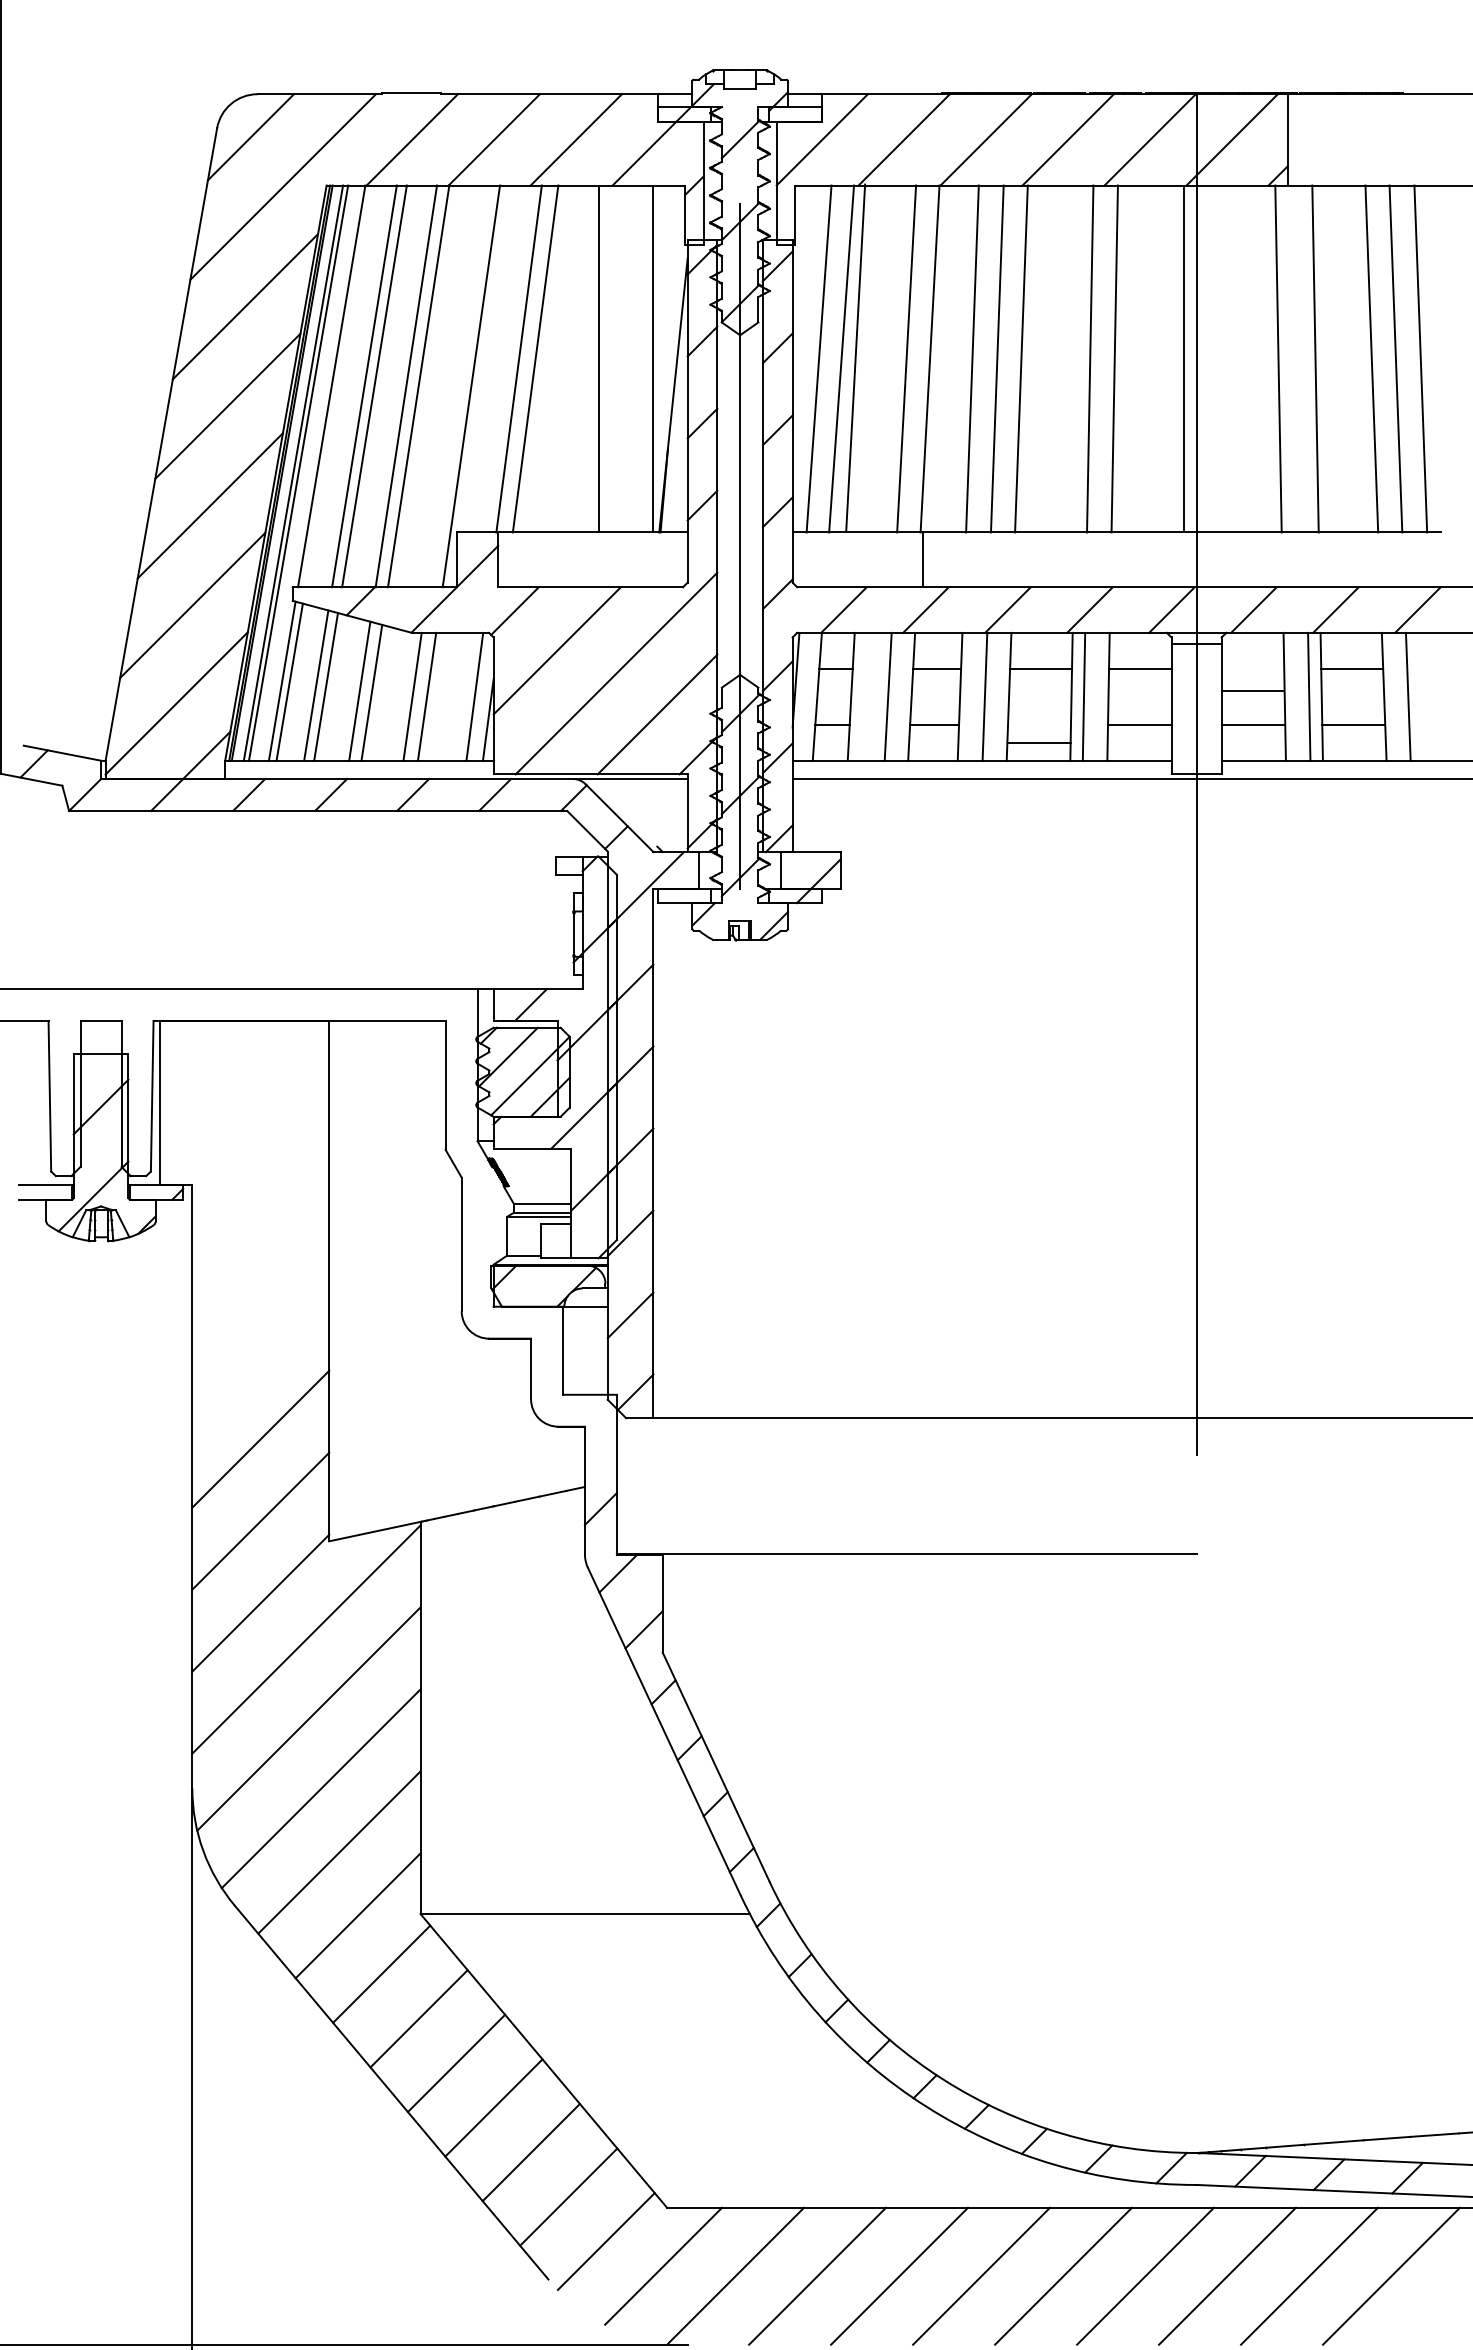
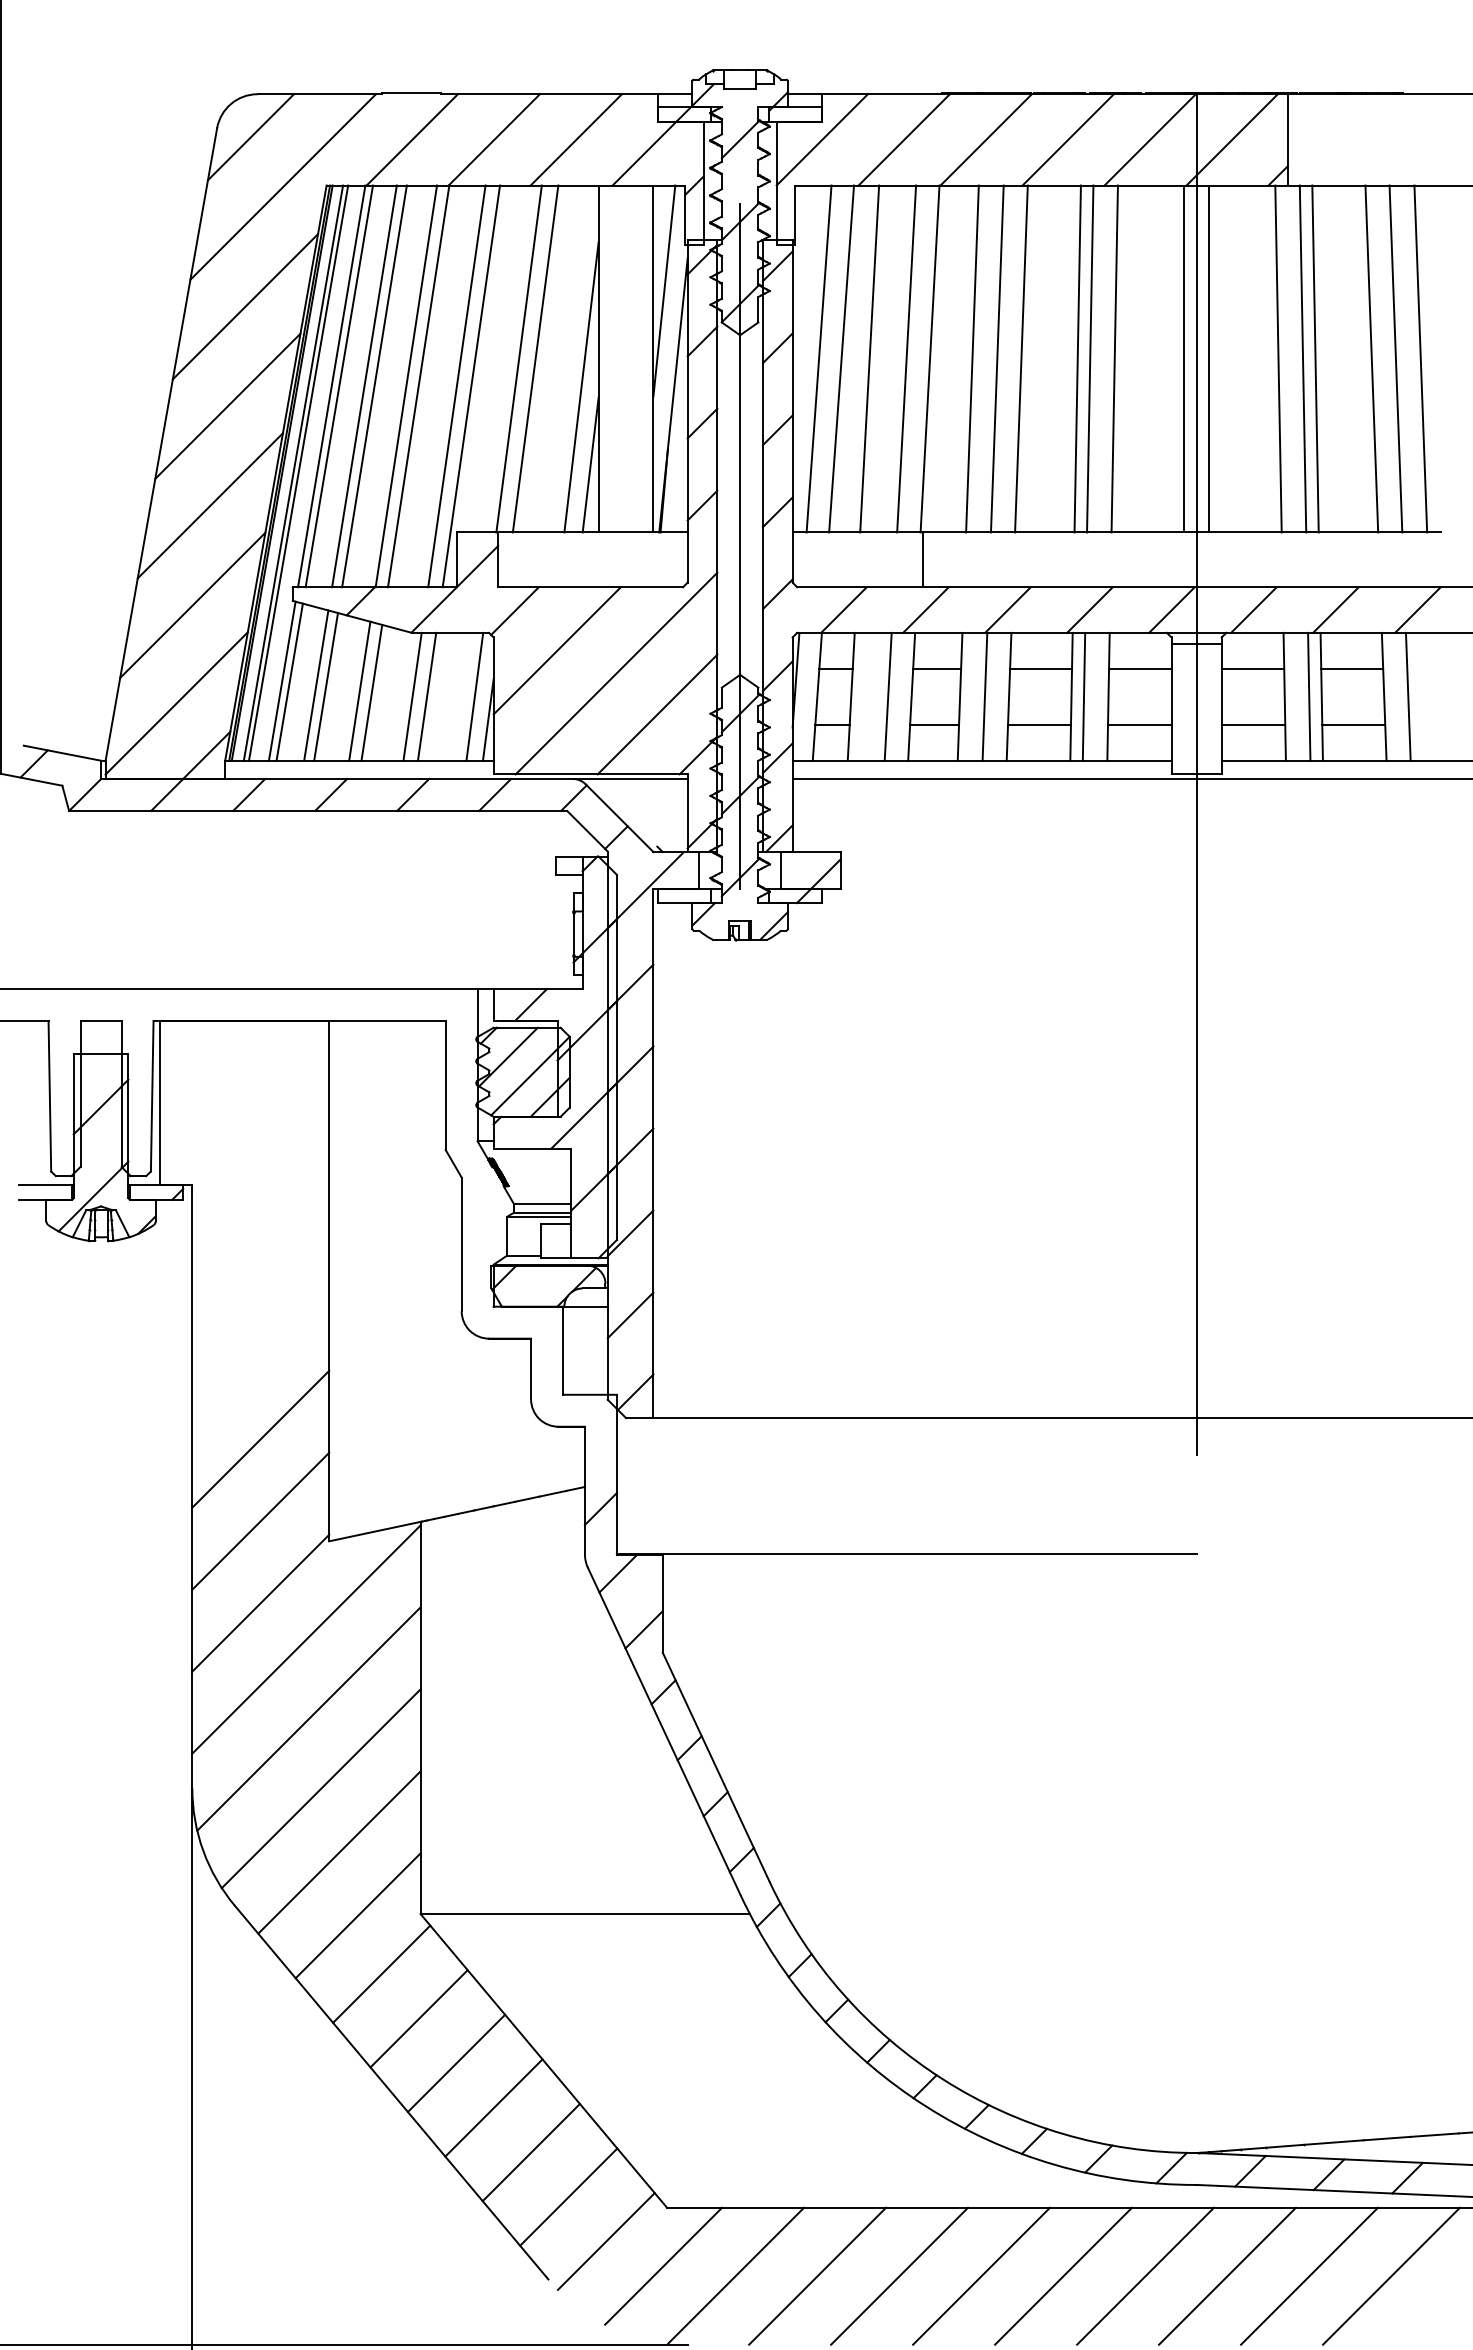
line at (664, 290): none -> present
line at (855, 357) position: (855, 357) -> (869, 358)
line at (1077, 358): none -> present
line at (1208, 358): none -> present
line at (1302, 358): none -> present
line at (339, 386): none -> present
line at (456, 386): none -> present
line at (581, 387): none -> present
line at (590, 464): none -> present
line at (1252, 691) position: (1252, 691) -> (1252, 669)
line at (1039, 743) position: (1039, 743) -> (1039, 725)
